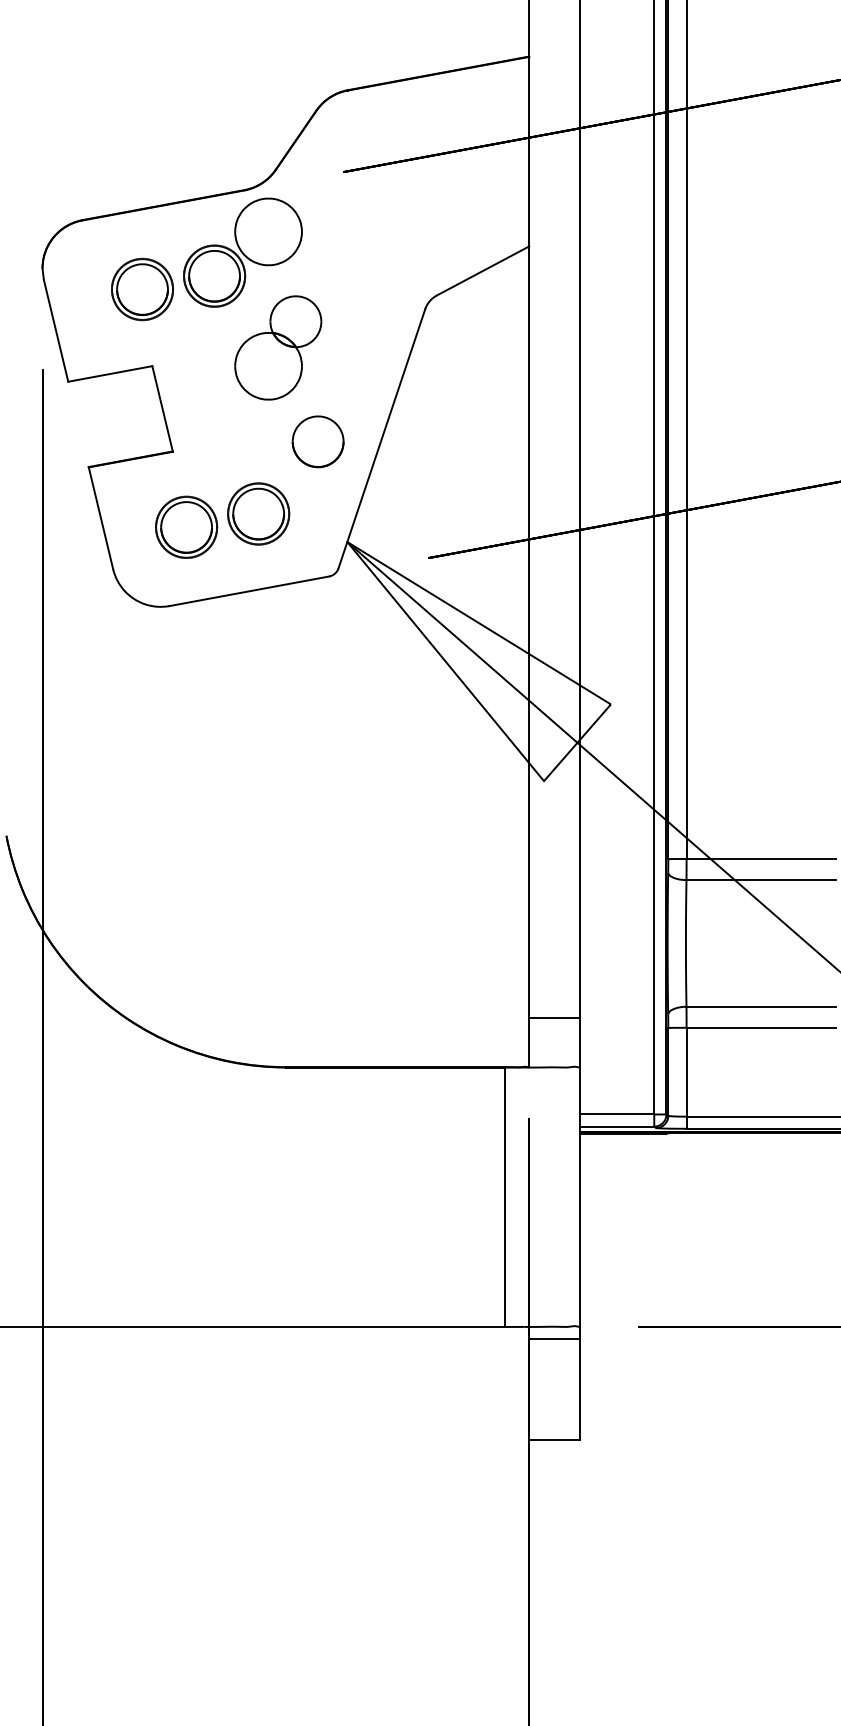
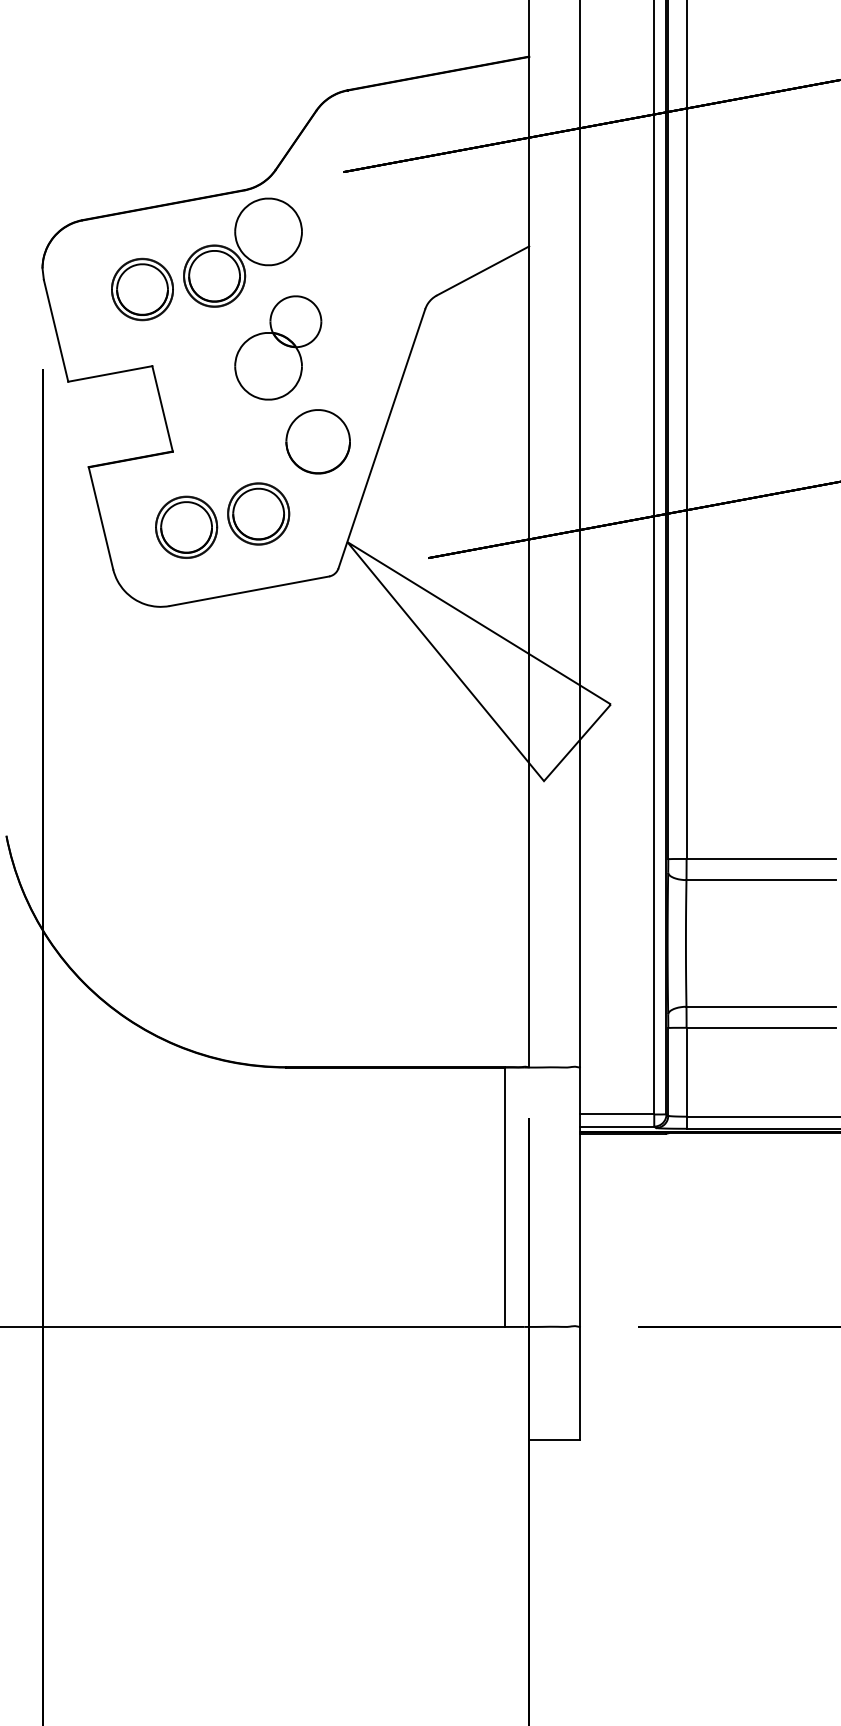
part at (317, 441) size: 54x54 px -> 66x66 px
line at (592, 755): present -> none
line at (554, 1017): present -> none
line at (554, 1339): present -> none
